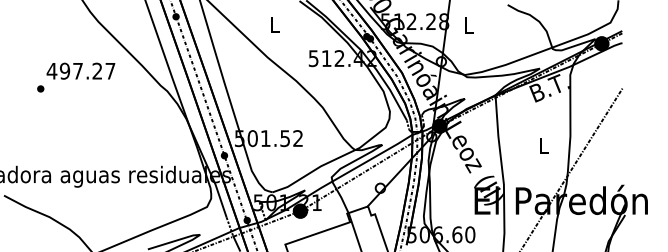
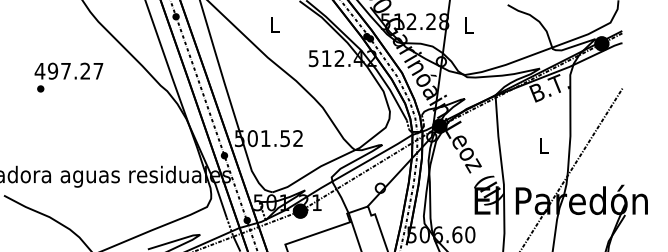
text at (80, 70) position: (80, 70) -> (68, 70)
